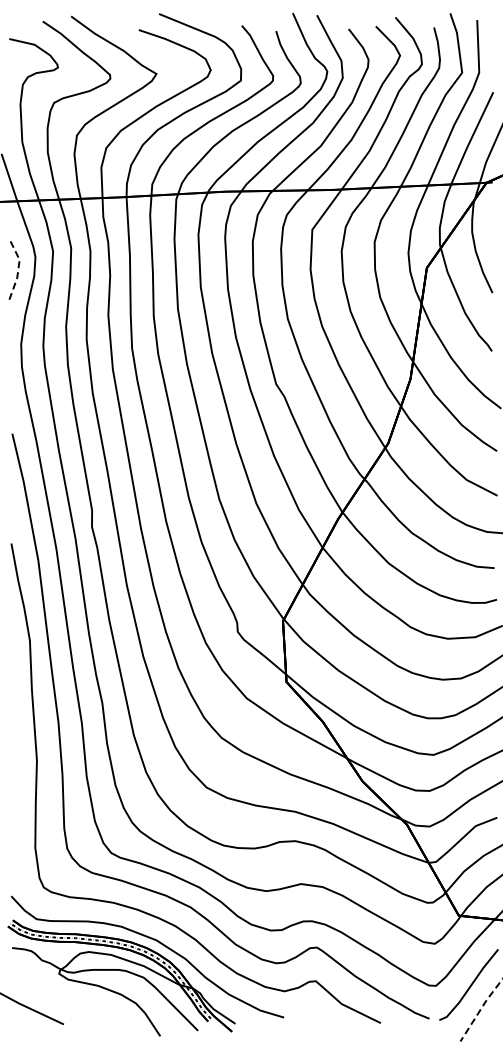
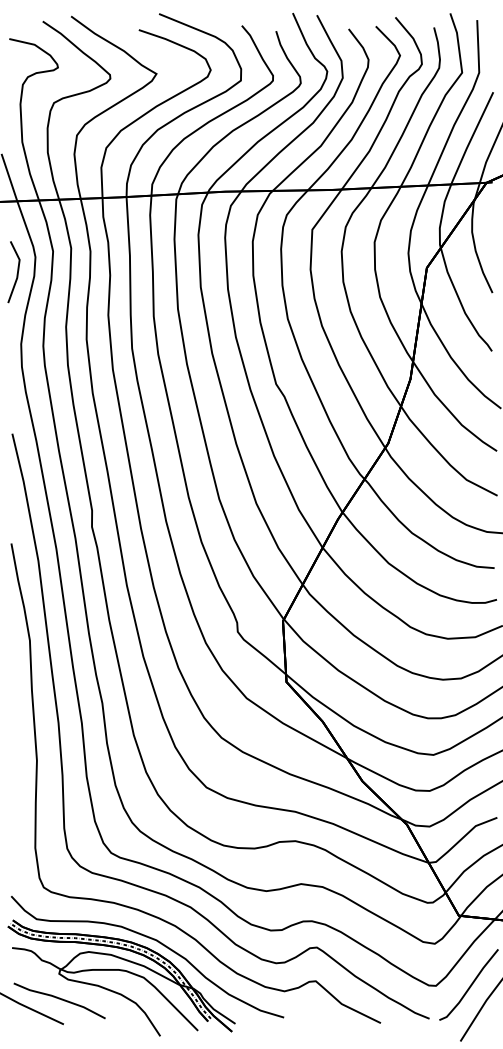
line at (18, 272): dashed -> solid
line at (59, 999): none -> present
line at (480, 1009): dashed -> solid
